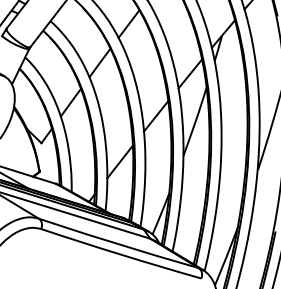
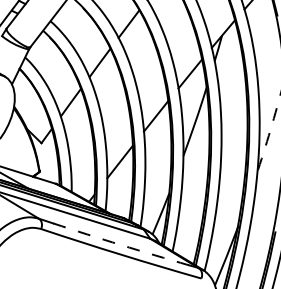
arc at (270, 131): solid -> dashed
arc at (121, 245): solid -> dashed
